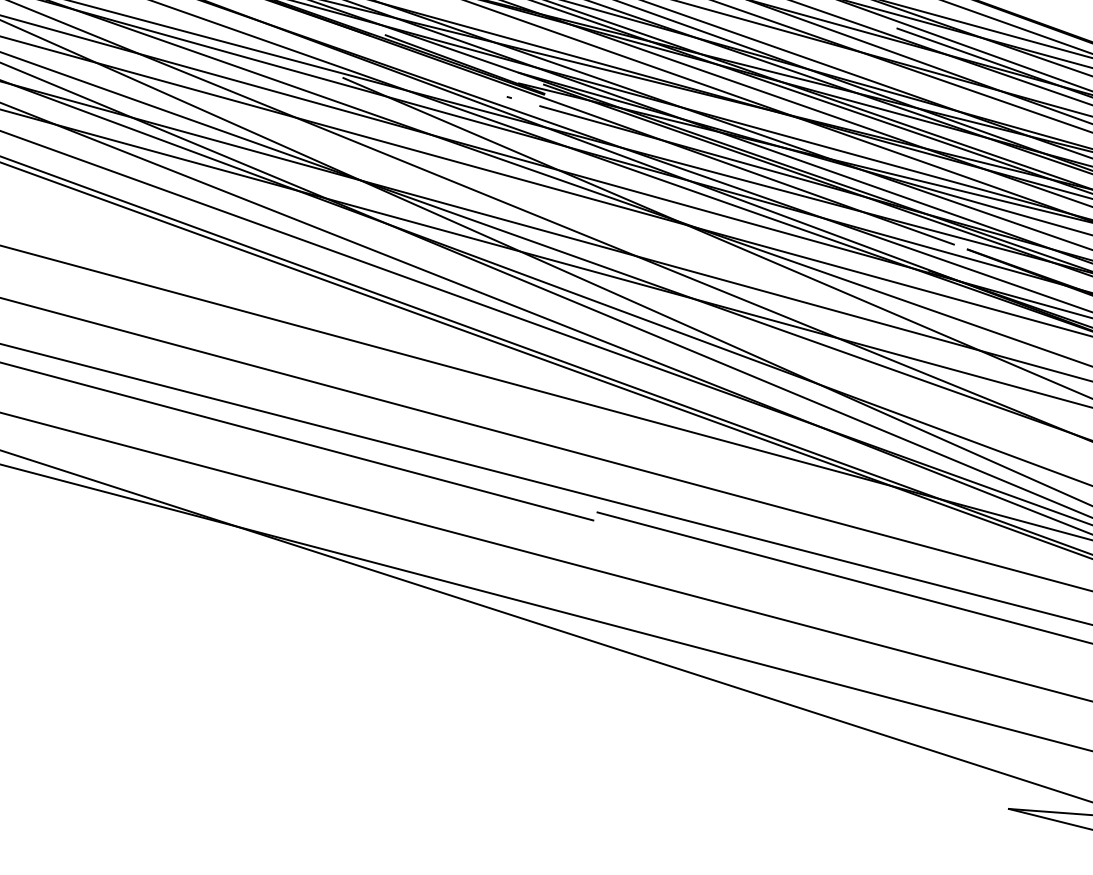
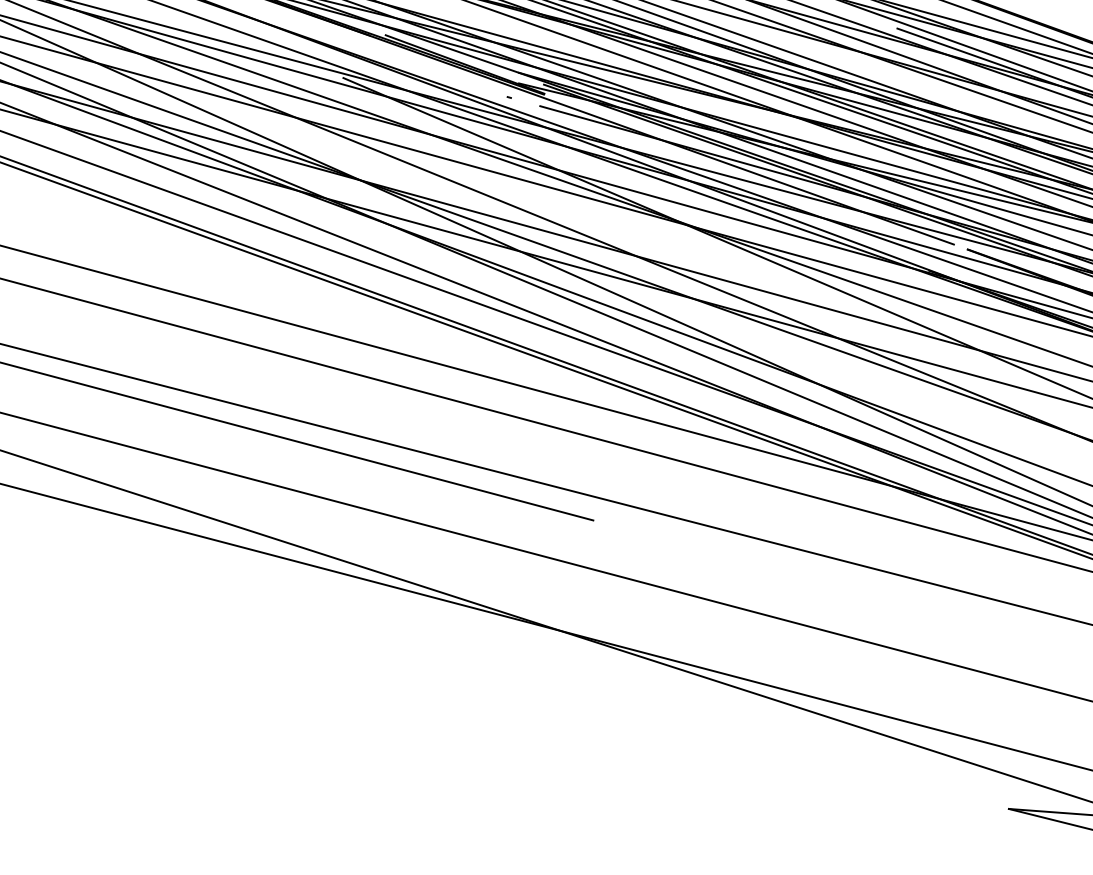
line at (545, 444) position: (545, 444) -> (545, 425)
line at (843, 577): present -> none
line at (545, 607) position: (545, 607) -> (545, 626)
